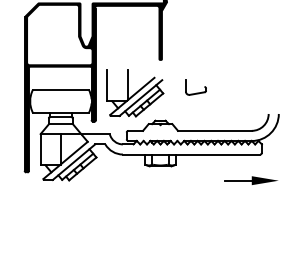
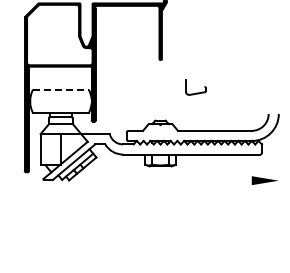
line at (60, 89): solid -> dashed
part at (135, 93): present -> none
line at (237, 180): present -> none
